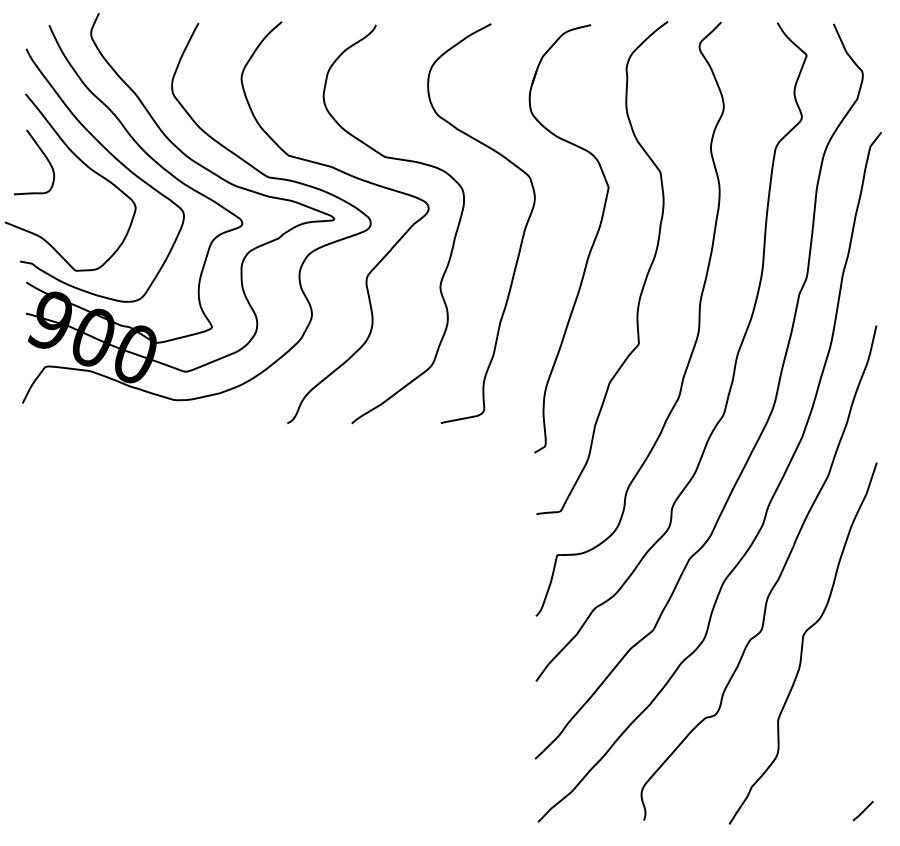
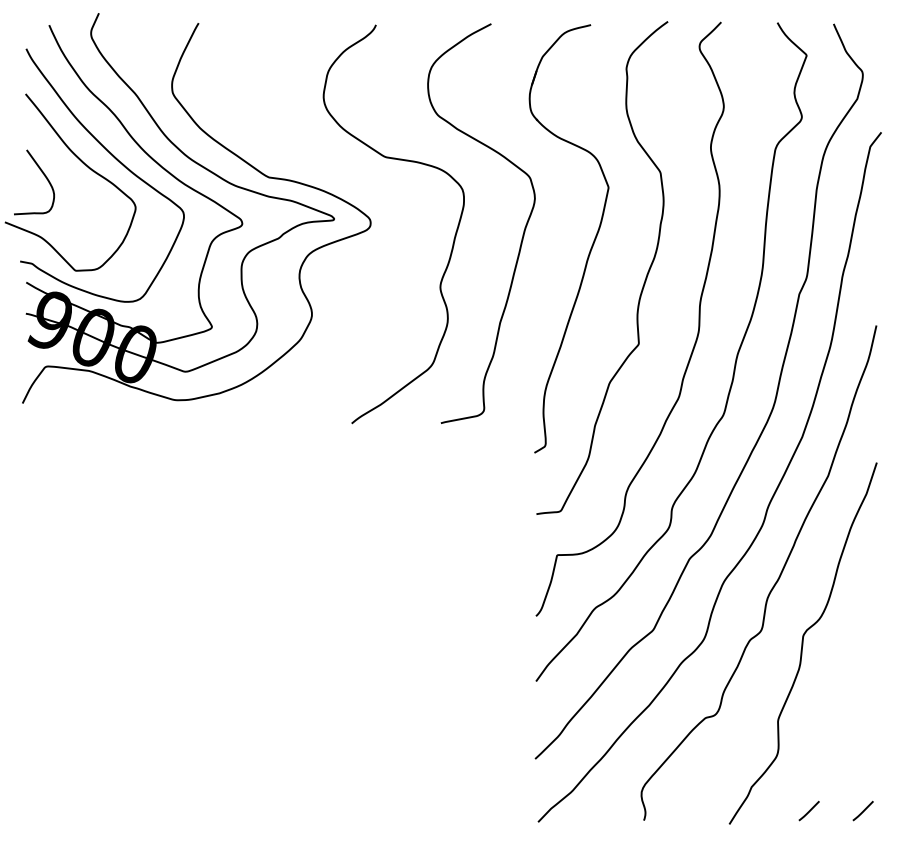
curve at (43, 155) position: (43, 155) -> (43, 175)
curve at (352, 177): present -> none
line at (808, 810): none -> present
